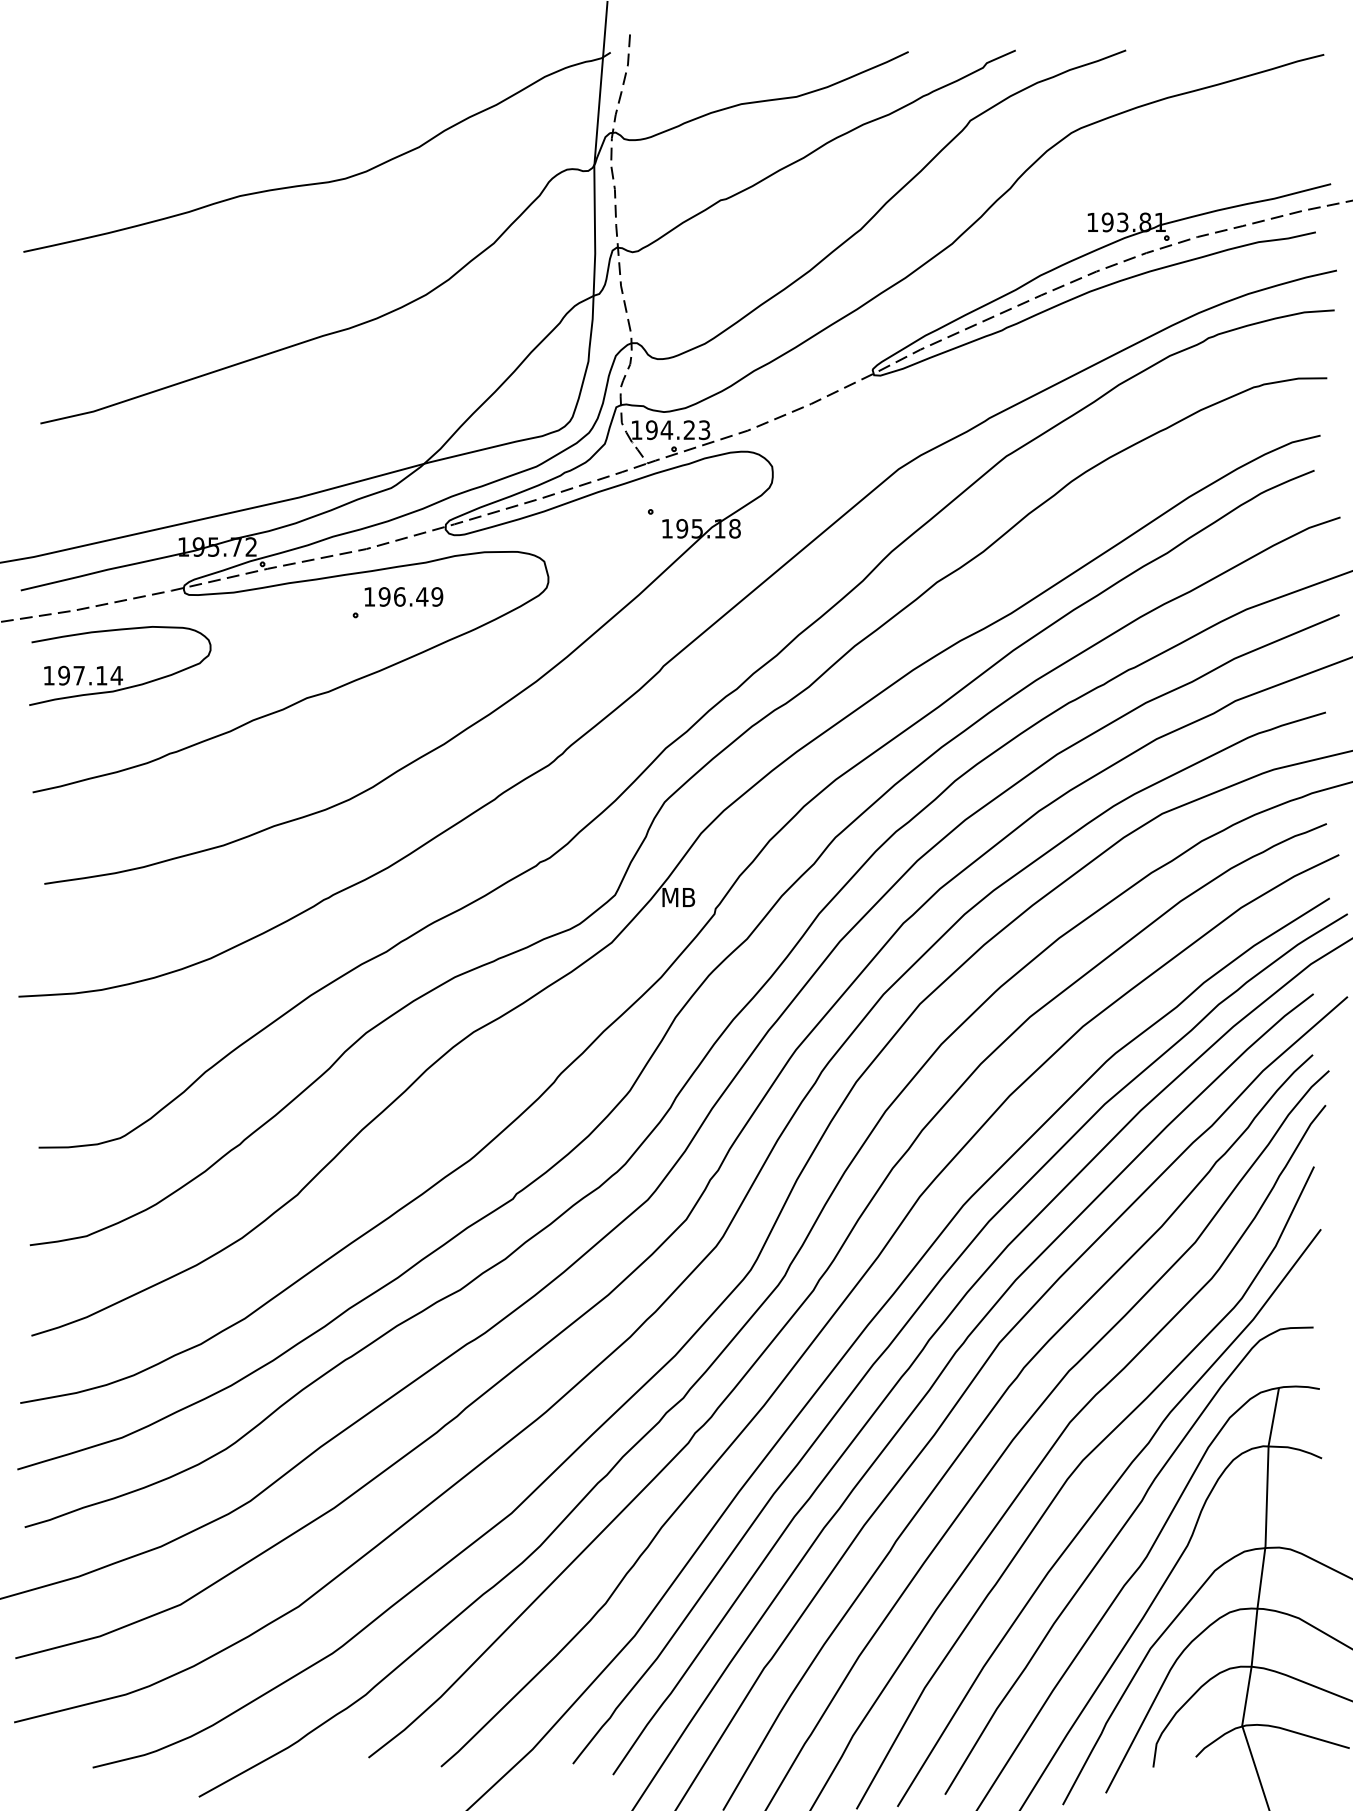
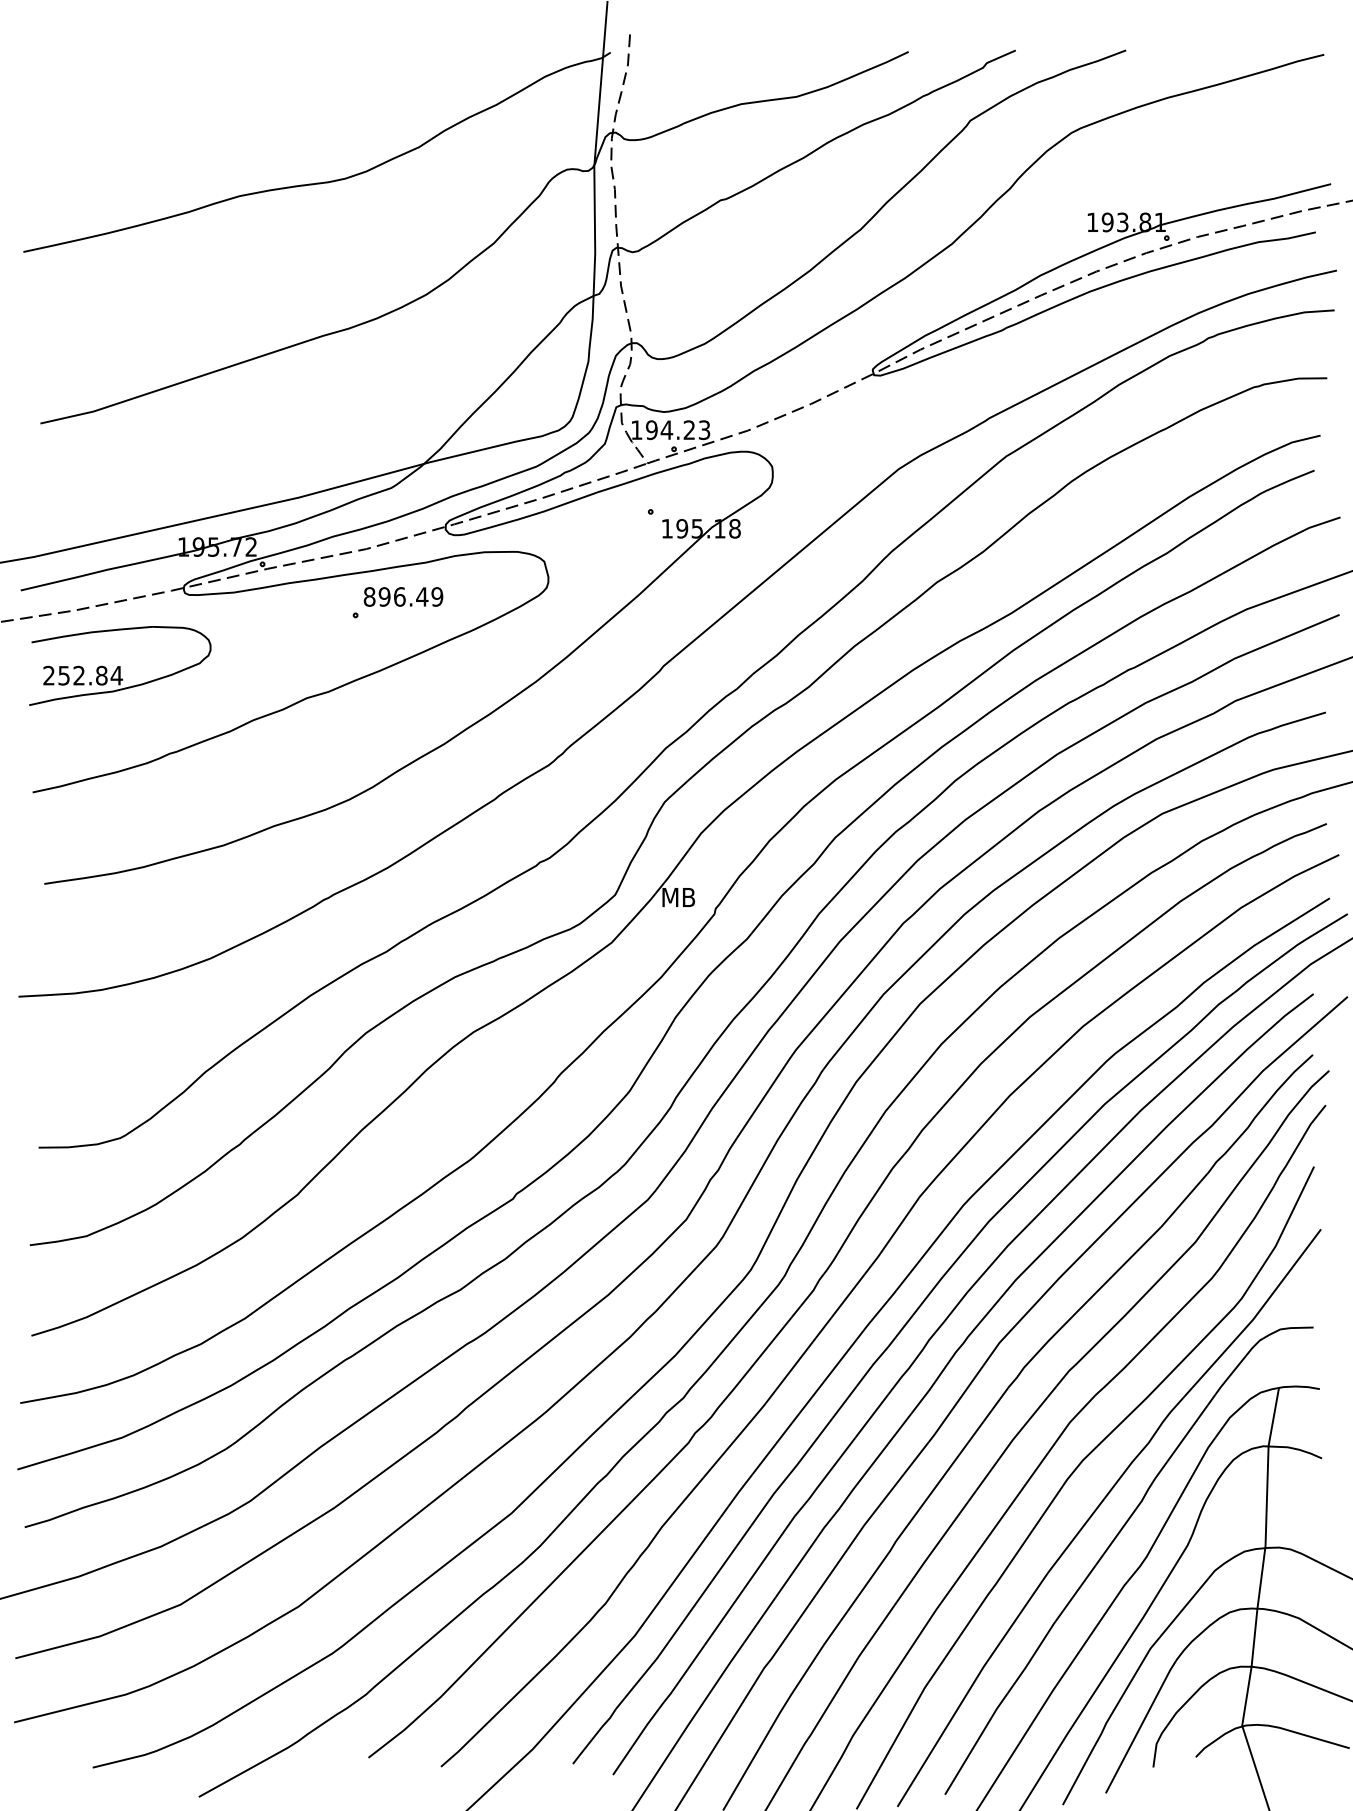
text at (369, 596): 196.49 -> 896.49
text at (75, 675): 197.14 -> 252.84
